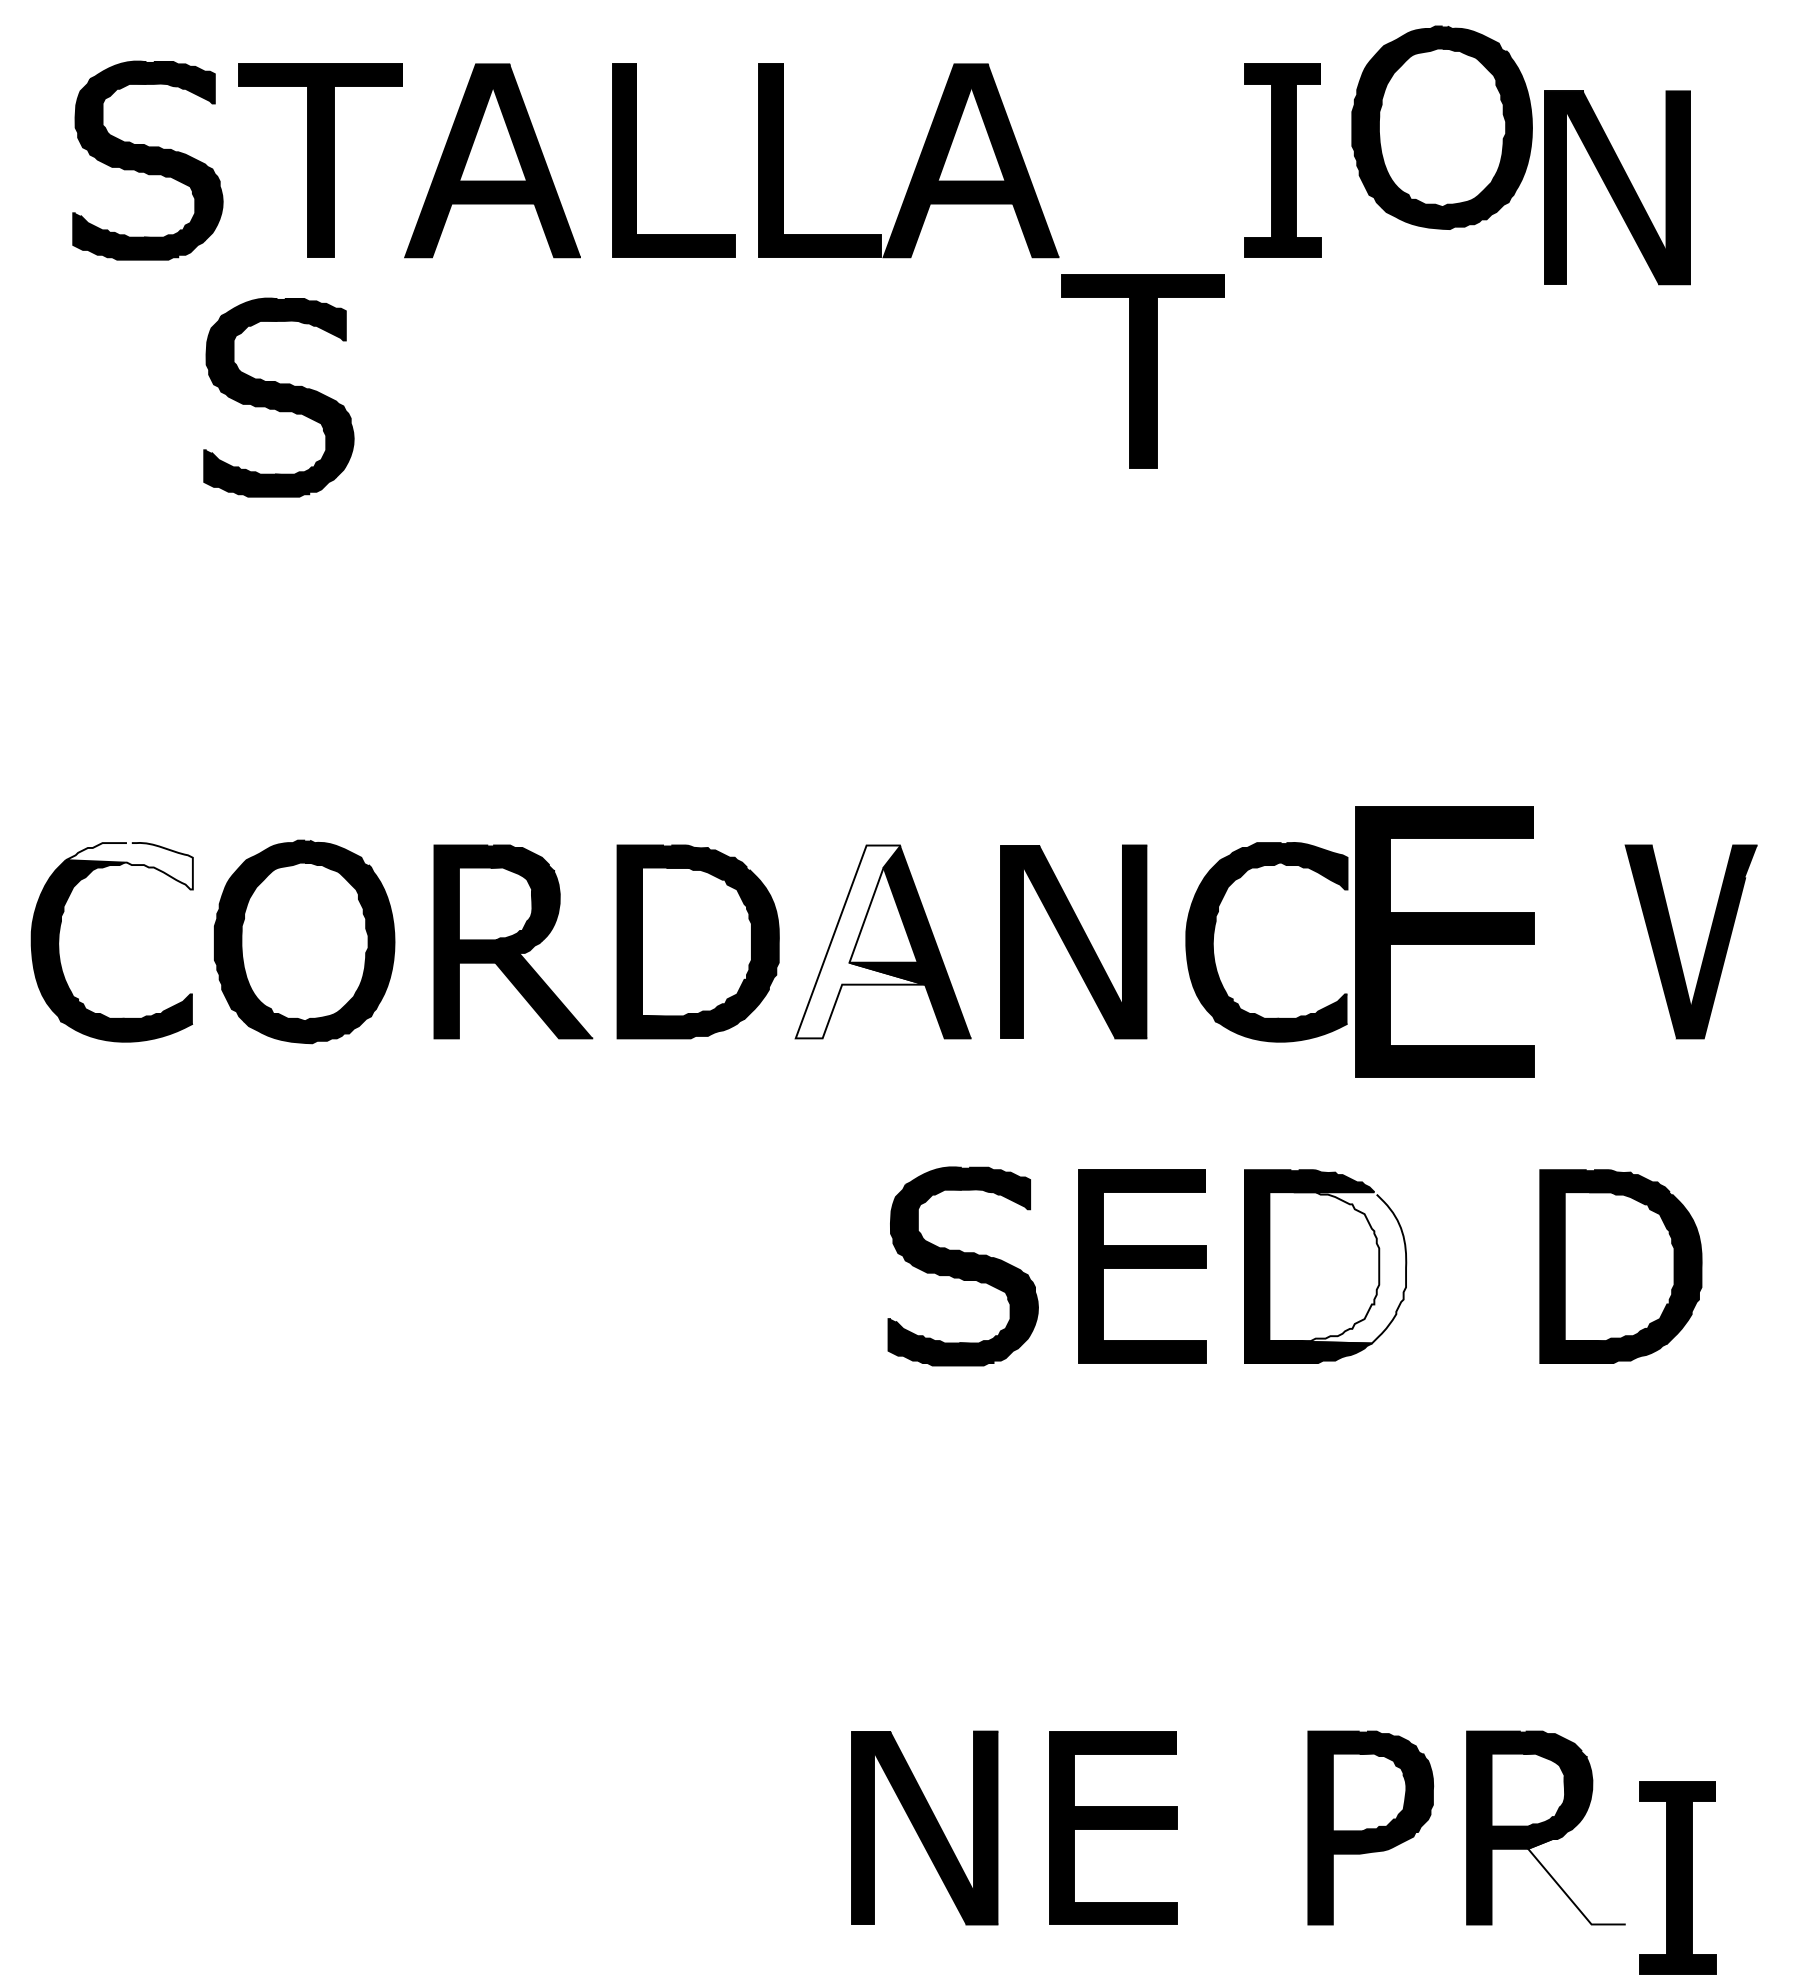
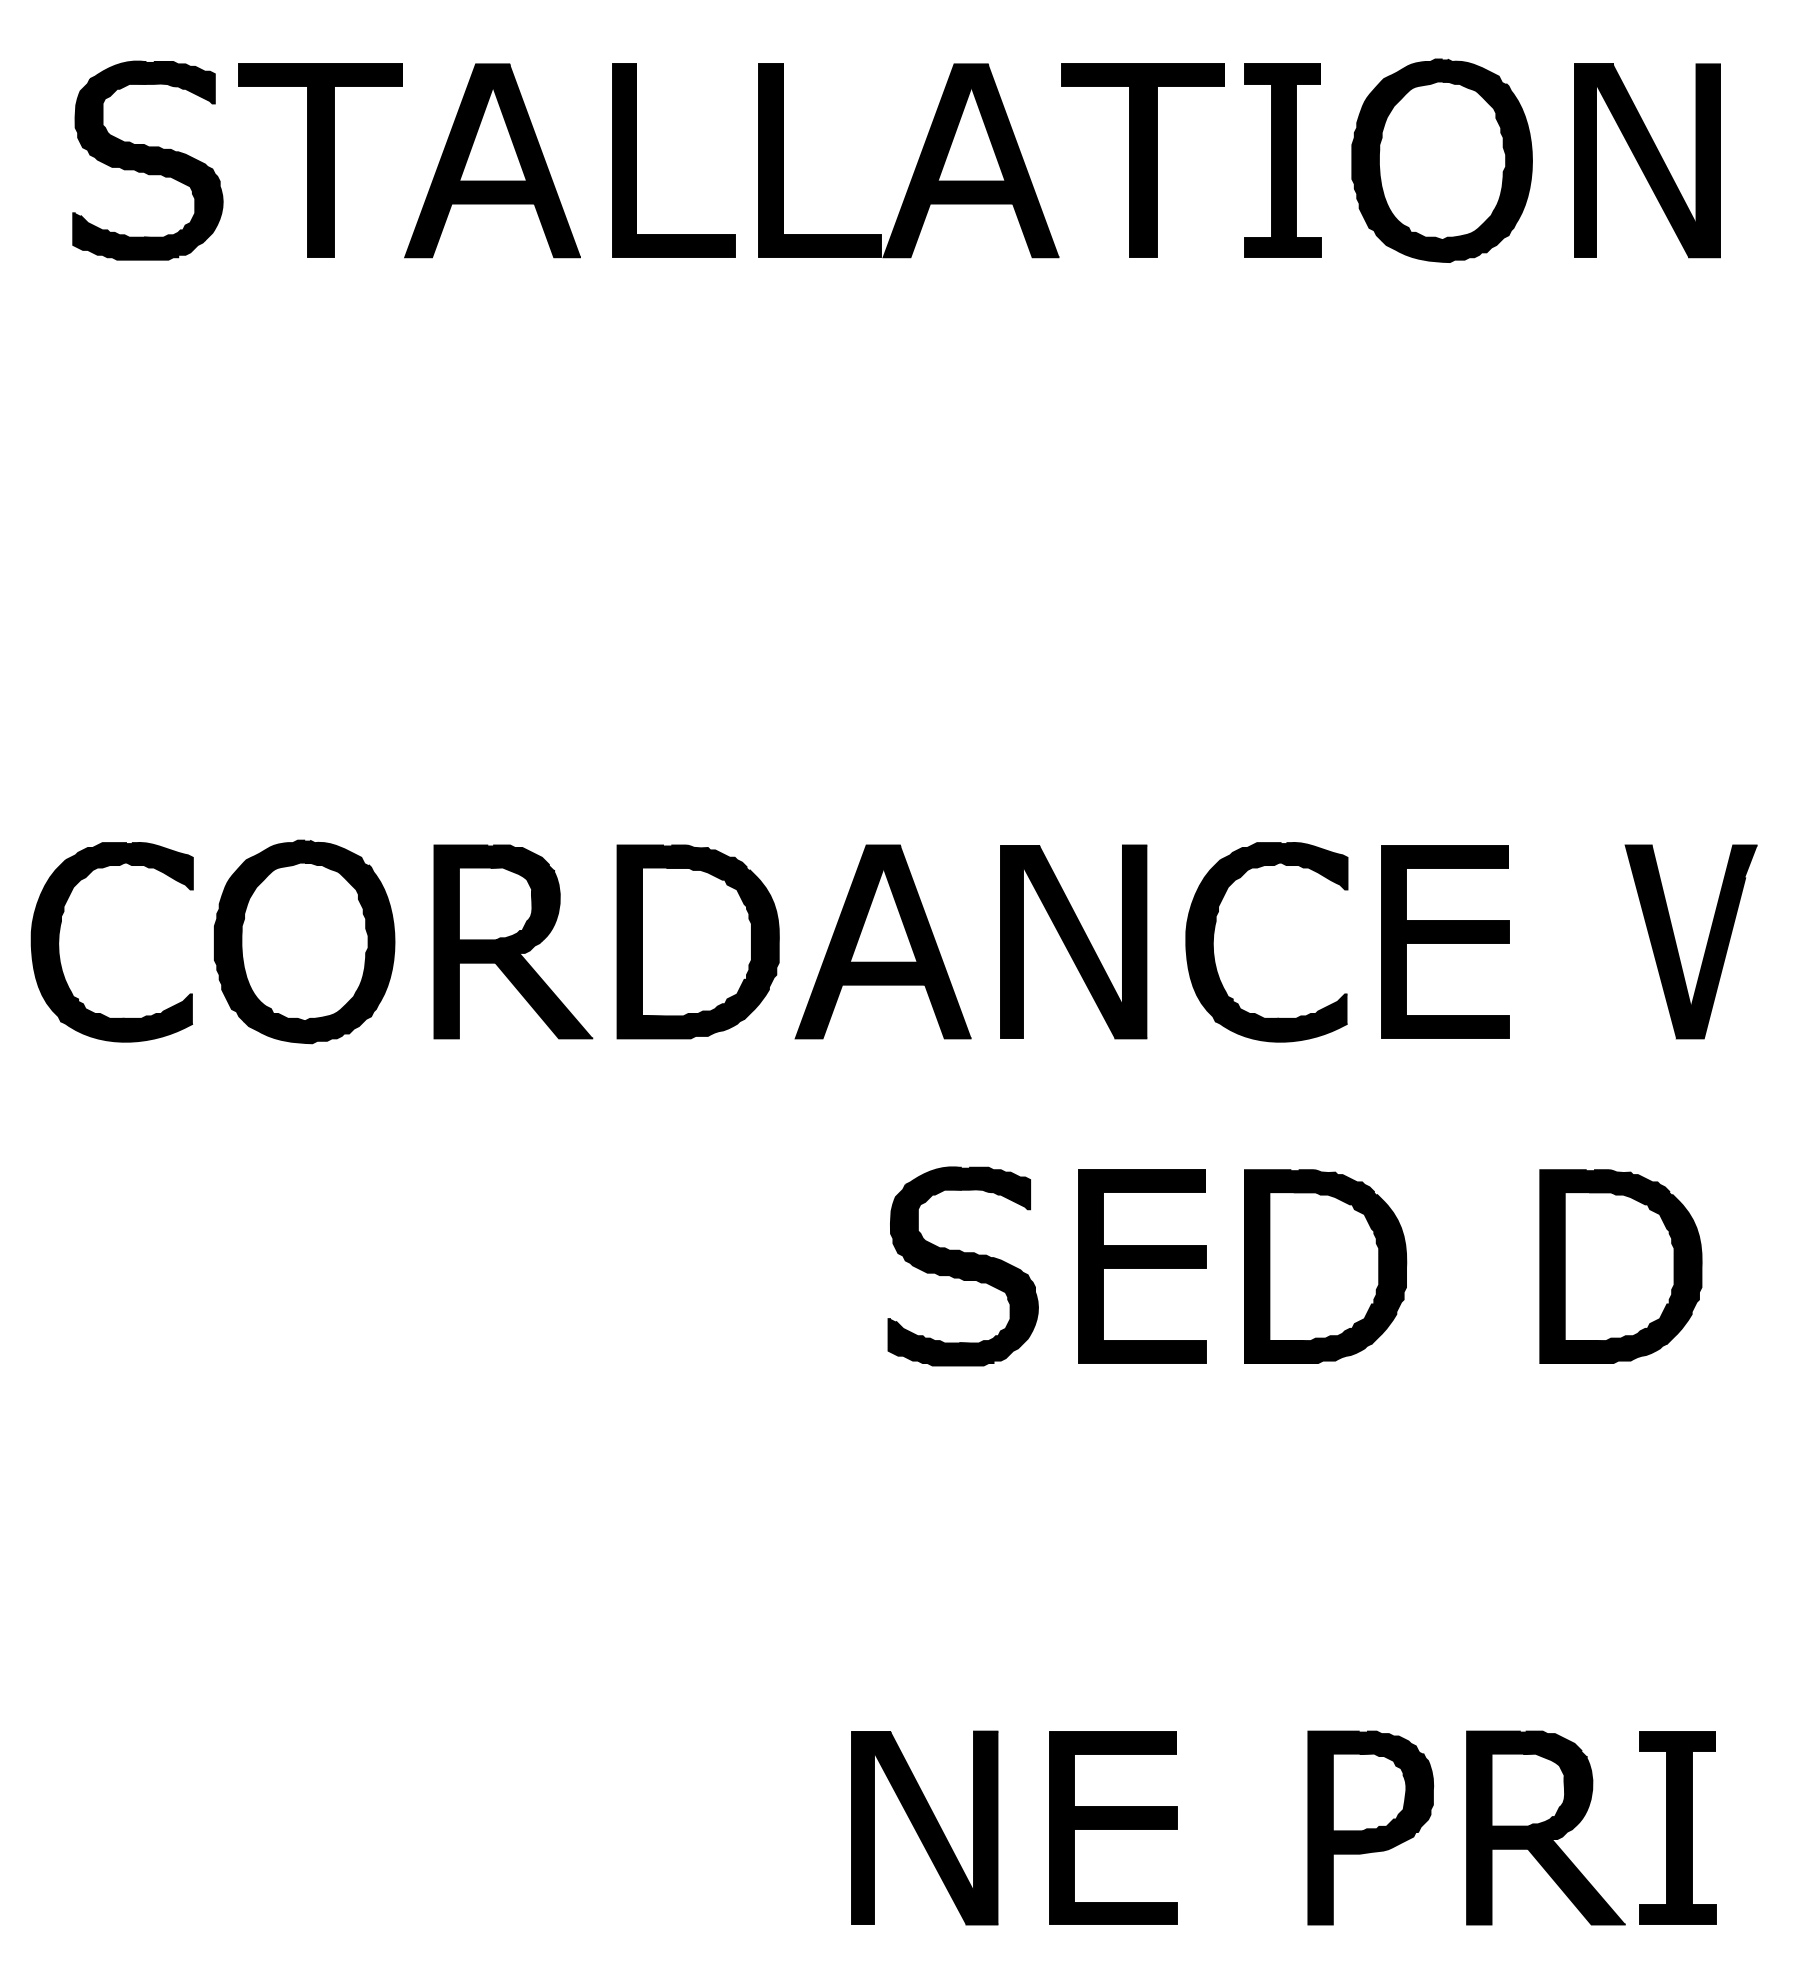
part at (1441, 127) position: (1441, 127) -> (1441, 160)
part at (1617, 187) position: (1617, 187) -> (1647, 160)
part at (1142, 371) position: (1142, 371) -> (1142, 160)
part at (278, 397): present -> none
fill at (128, 866): none -> present
fill at (860, 941): none -> present
part at (1444, 941) size: 180x272 px -> 129x194 px
fill at (1337, 1267): none -> present
part at (1677, 1877) position: (1677, 1877) -> (1677, 1827)
fill at (1576, 1881): none -> present
